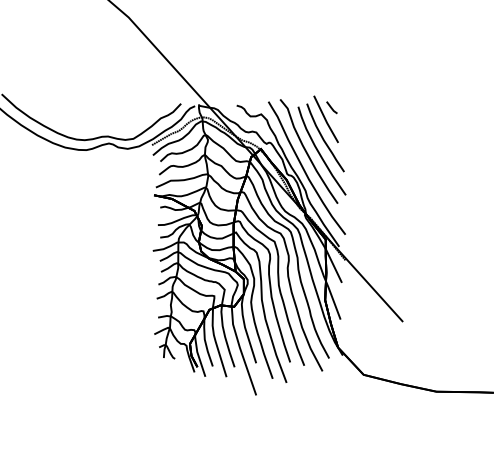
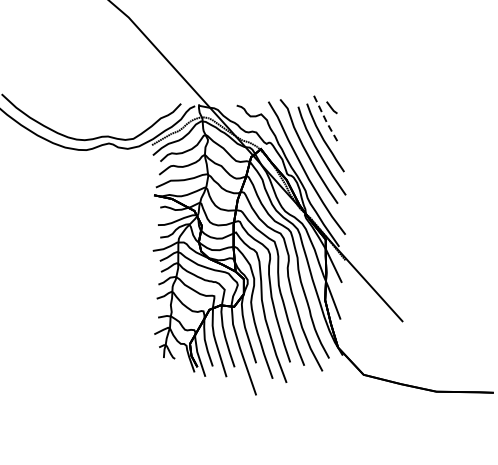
line at (325, 120): solid -> dashed
